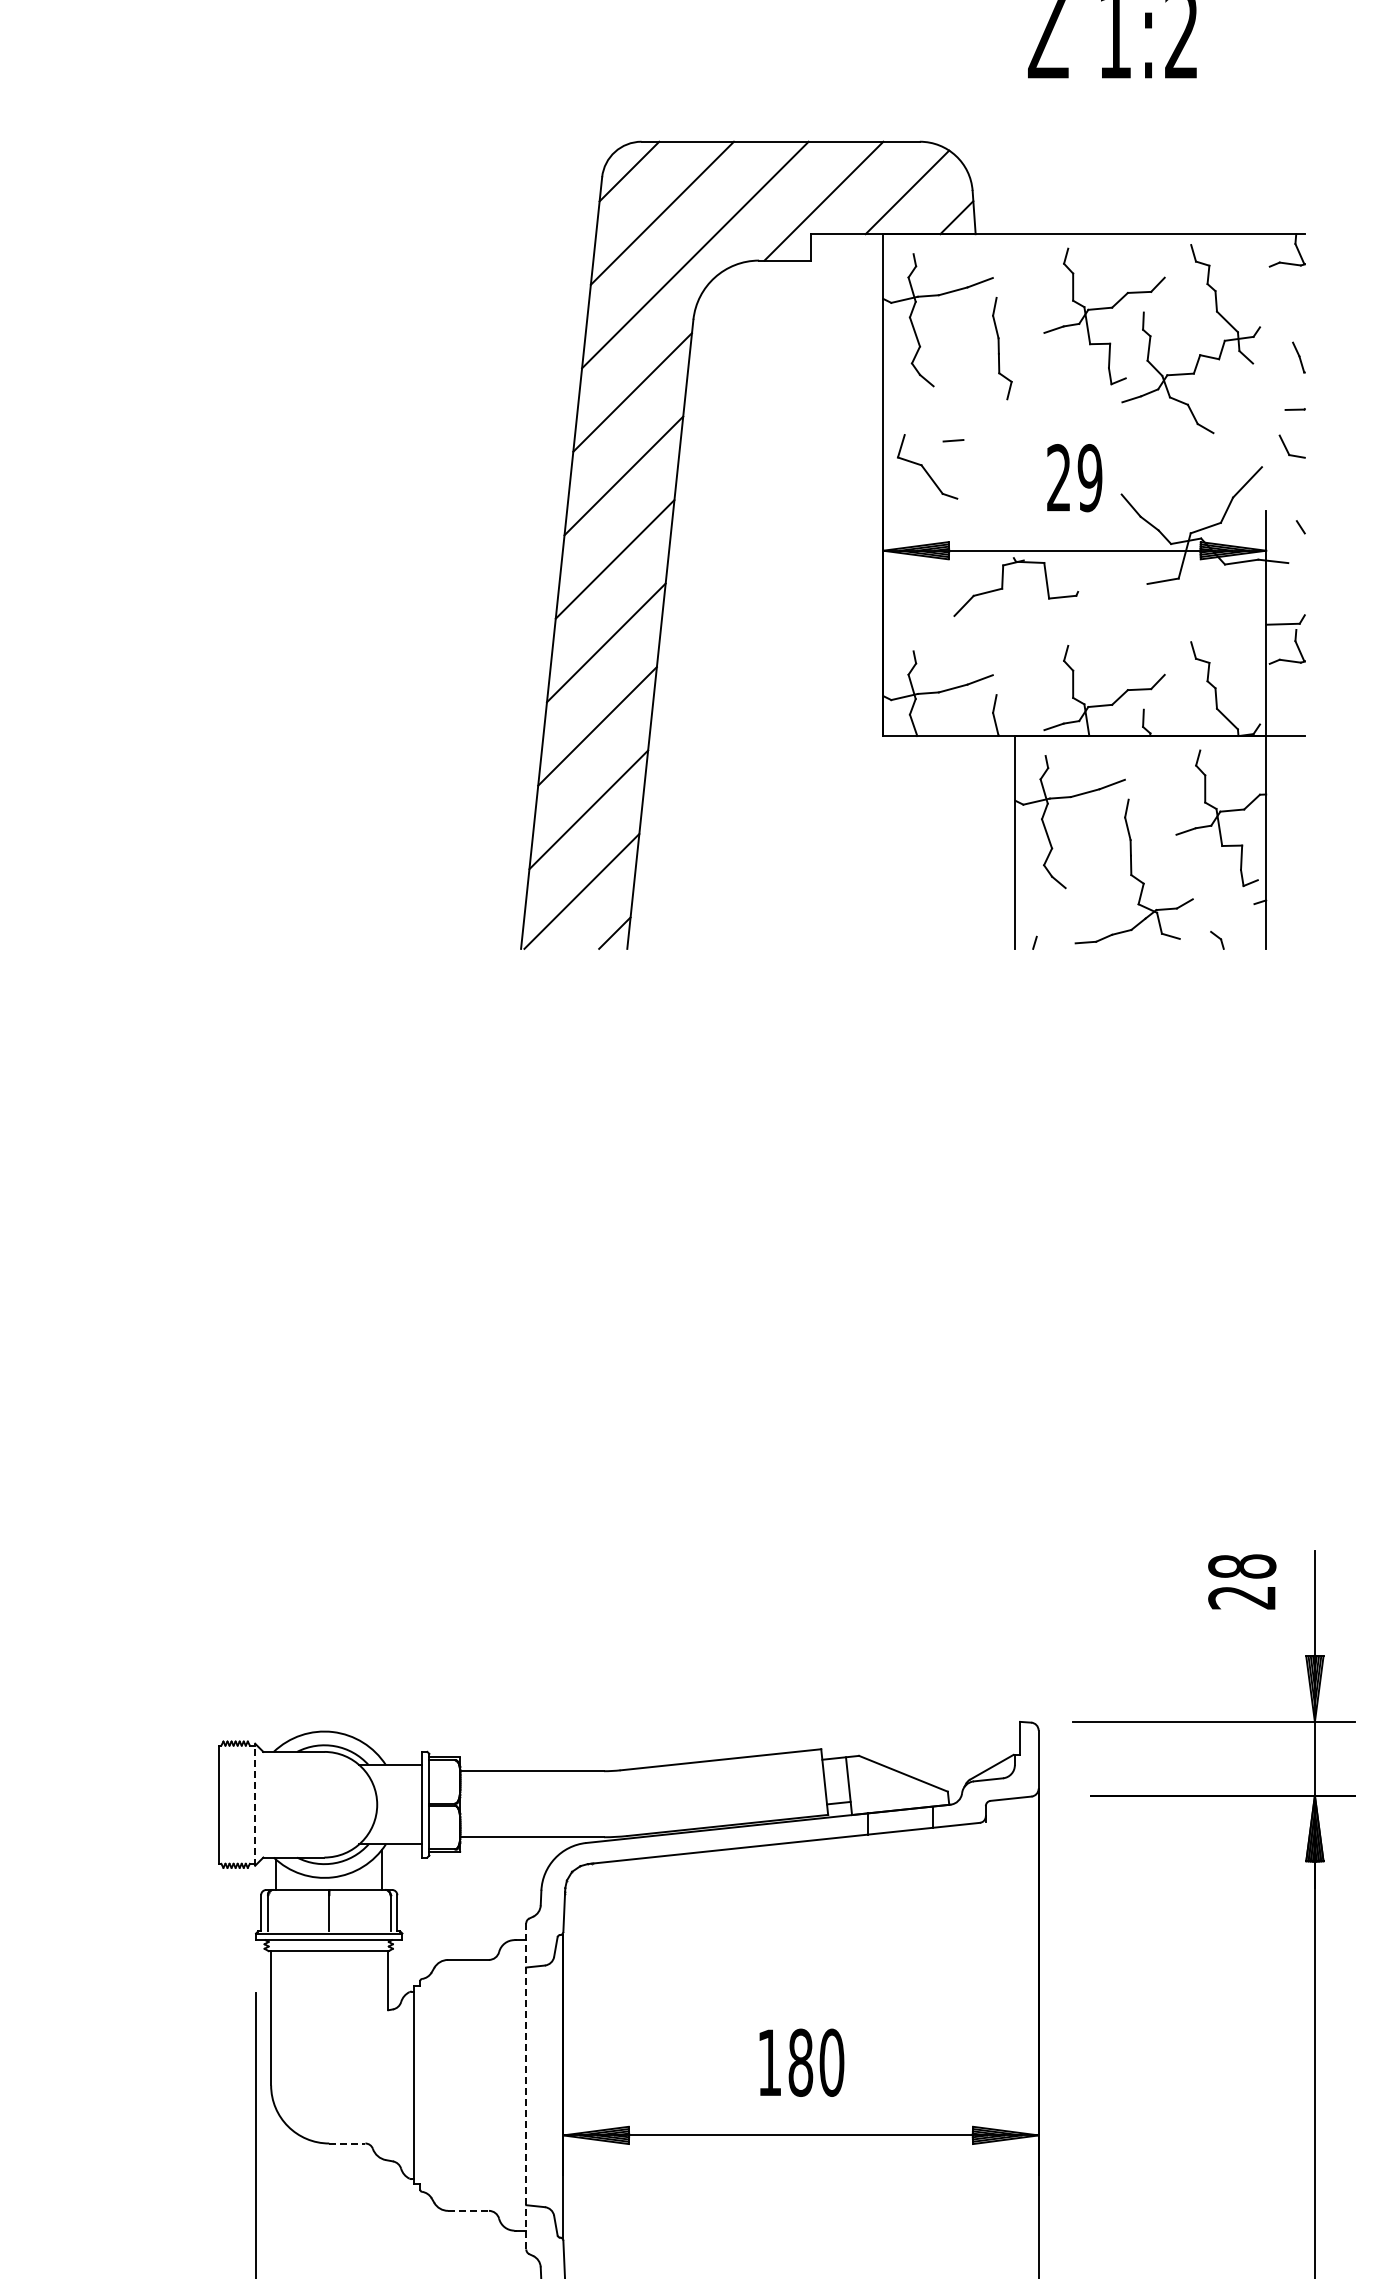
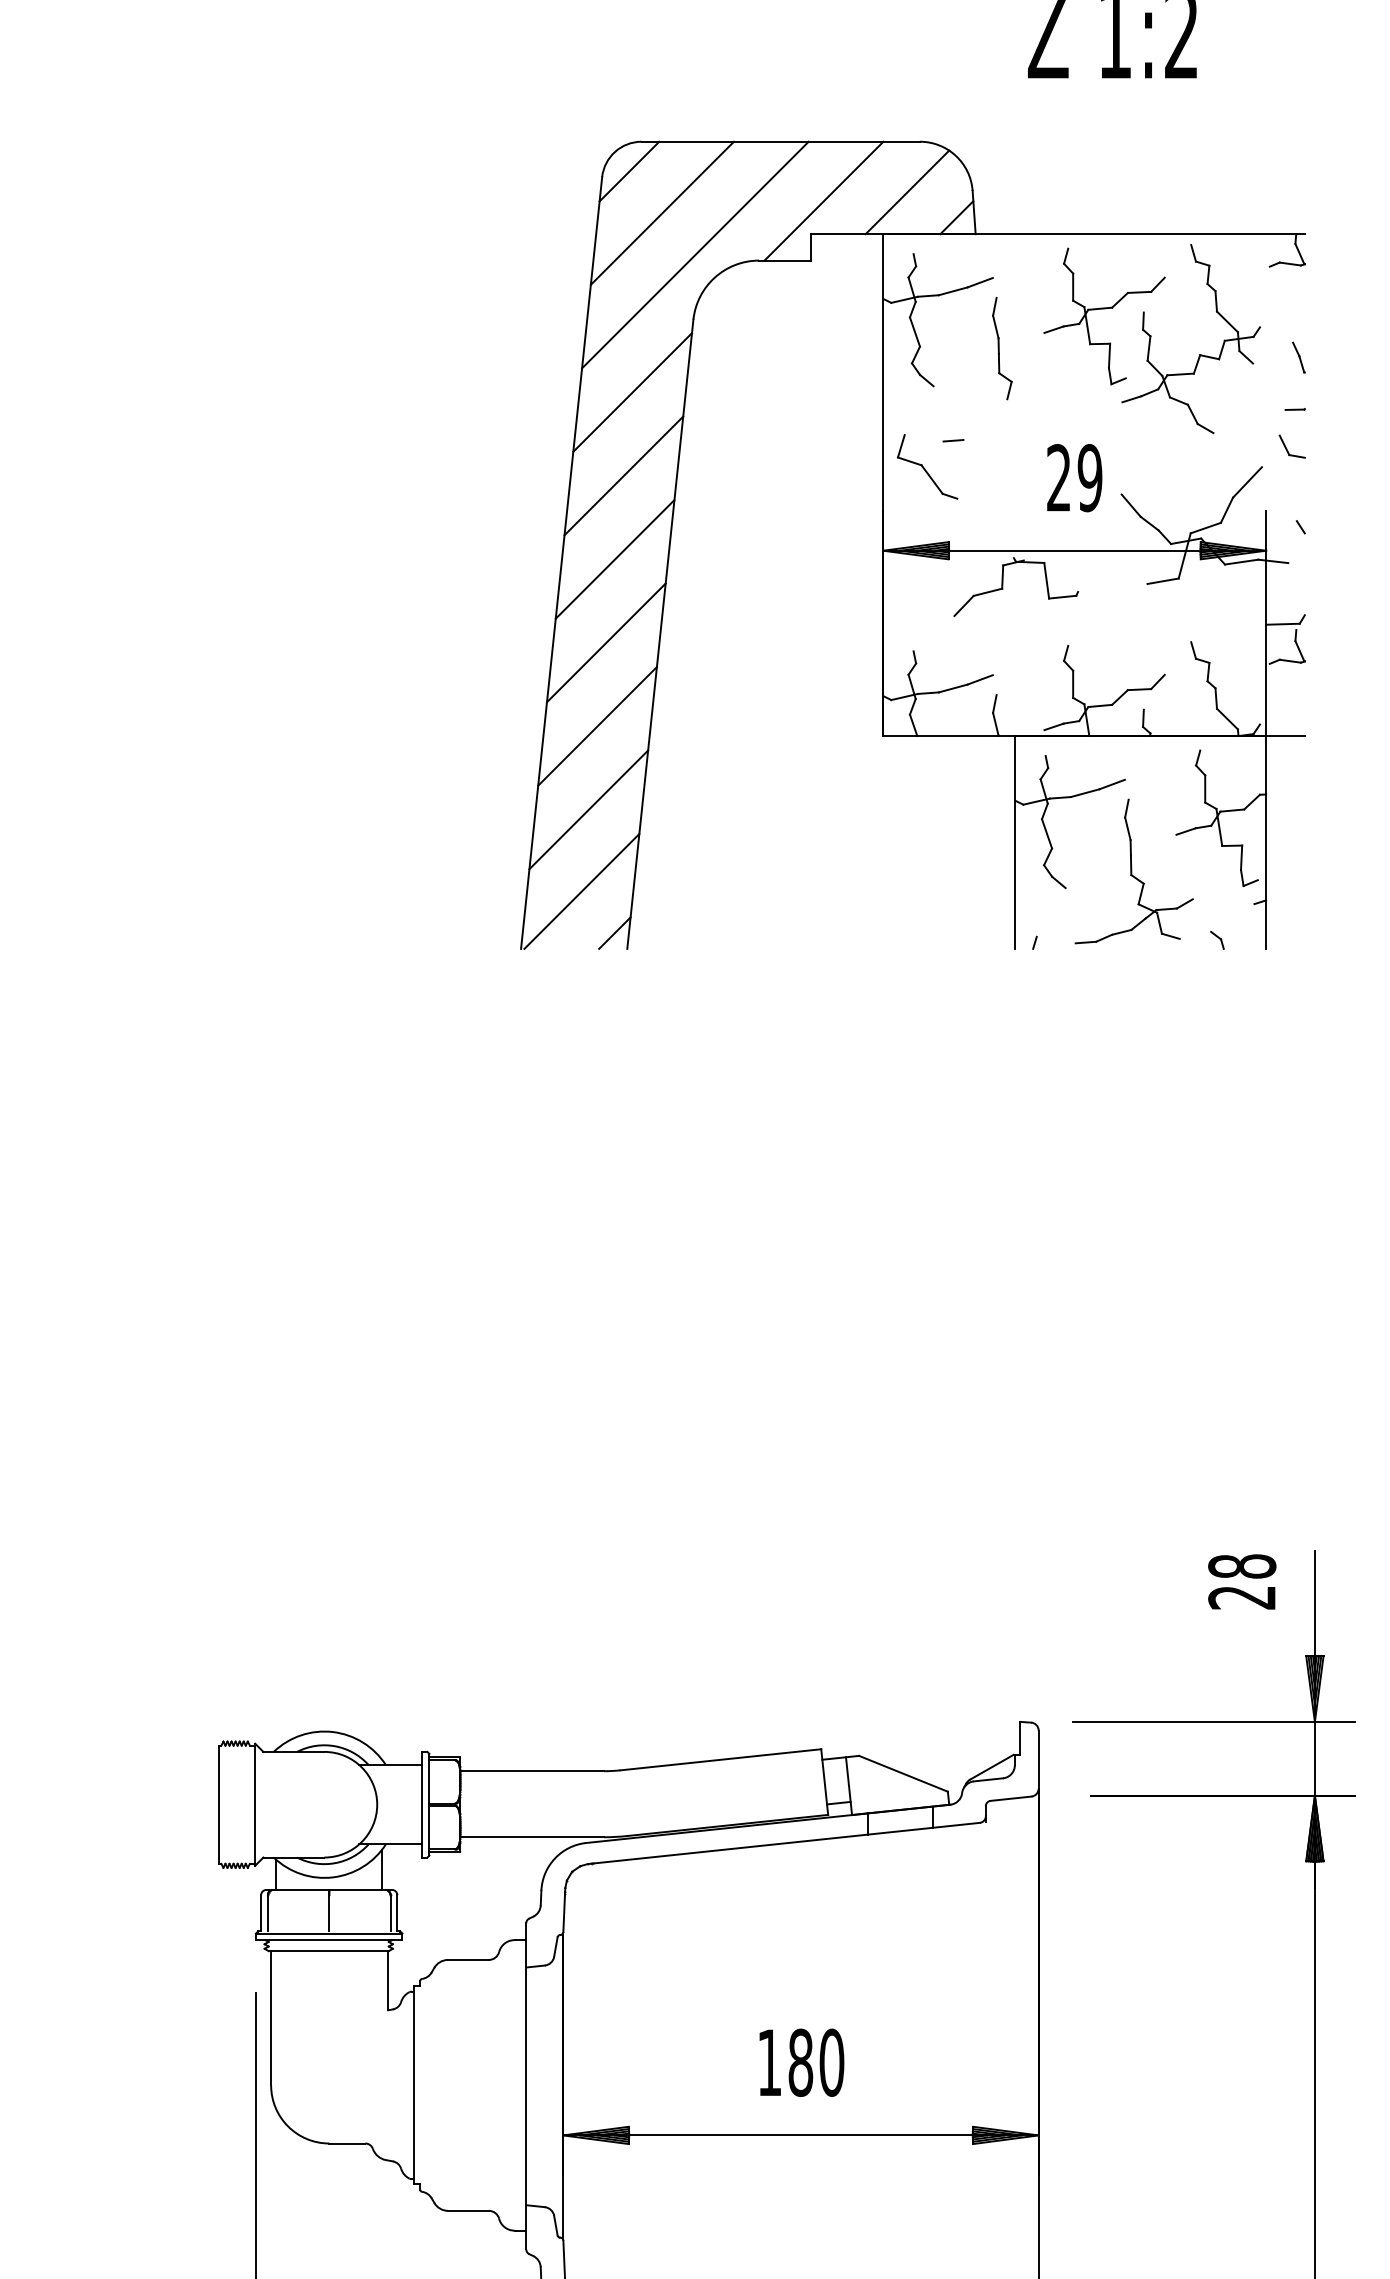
line at (255, 1804): dashed -> solid
line at (526, 2085): dashed -> solid
line at (347, 2143): dashed -> solid
line at (469, 2210): dashed -> solid
